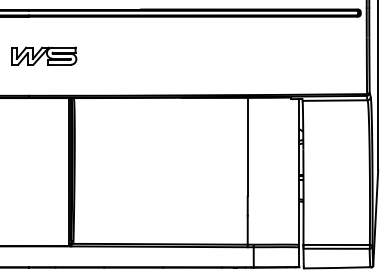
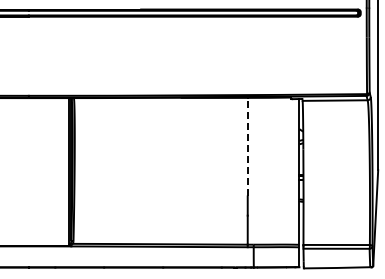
part at (44, 55): present -> none
line at (247, 146): solid -> dashed
